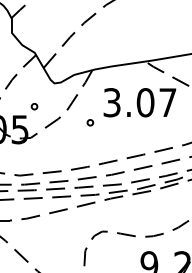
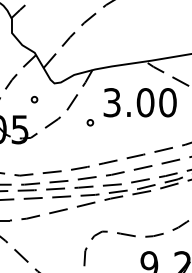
text at (167, 102): 3.07 -> 3.00
part at (34, 106) position: (34, 106) -> (34, 99)
